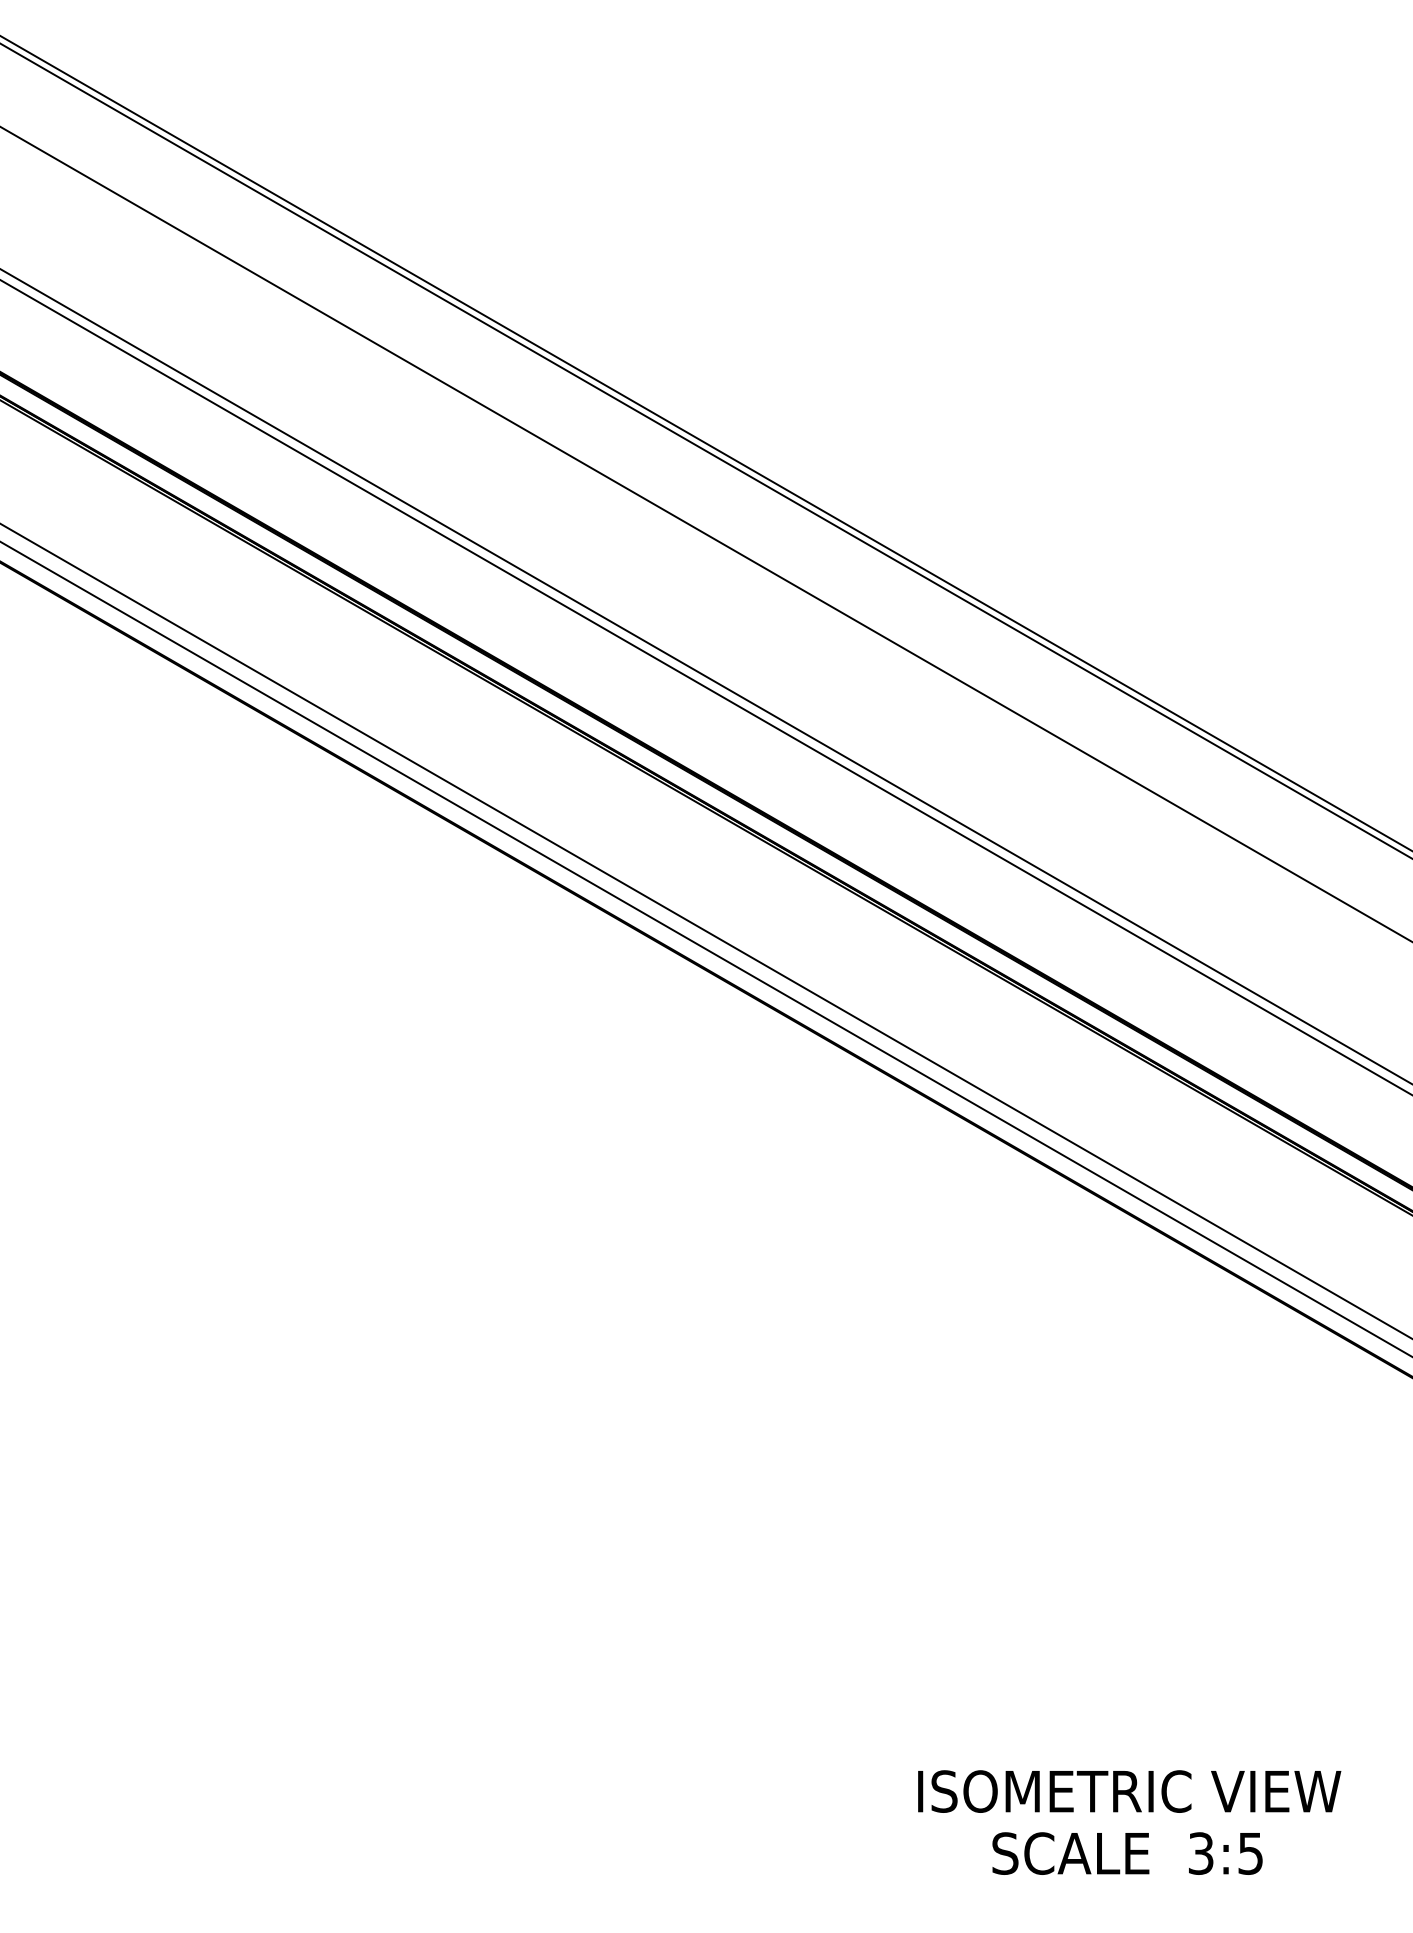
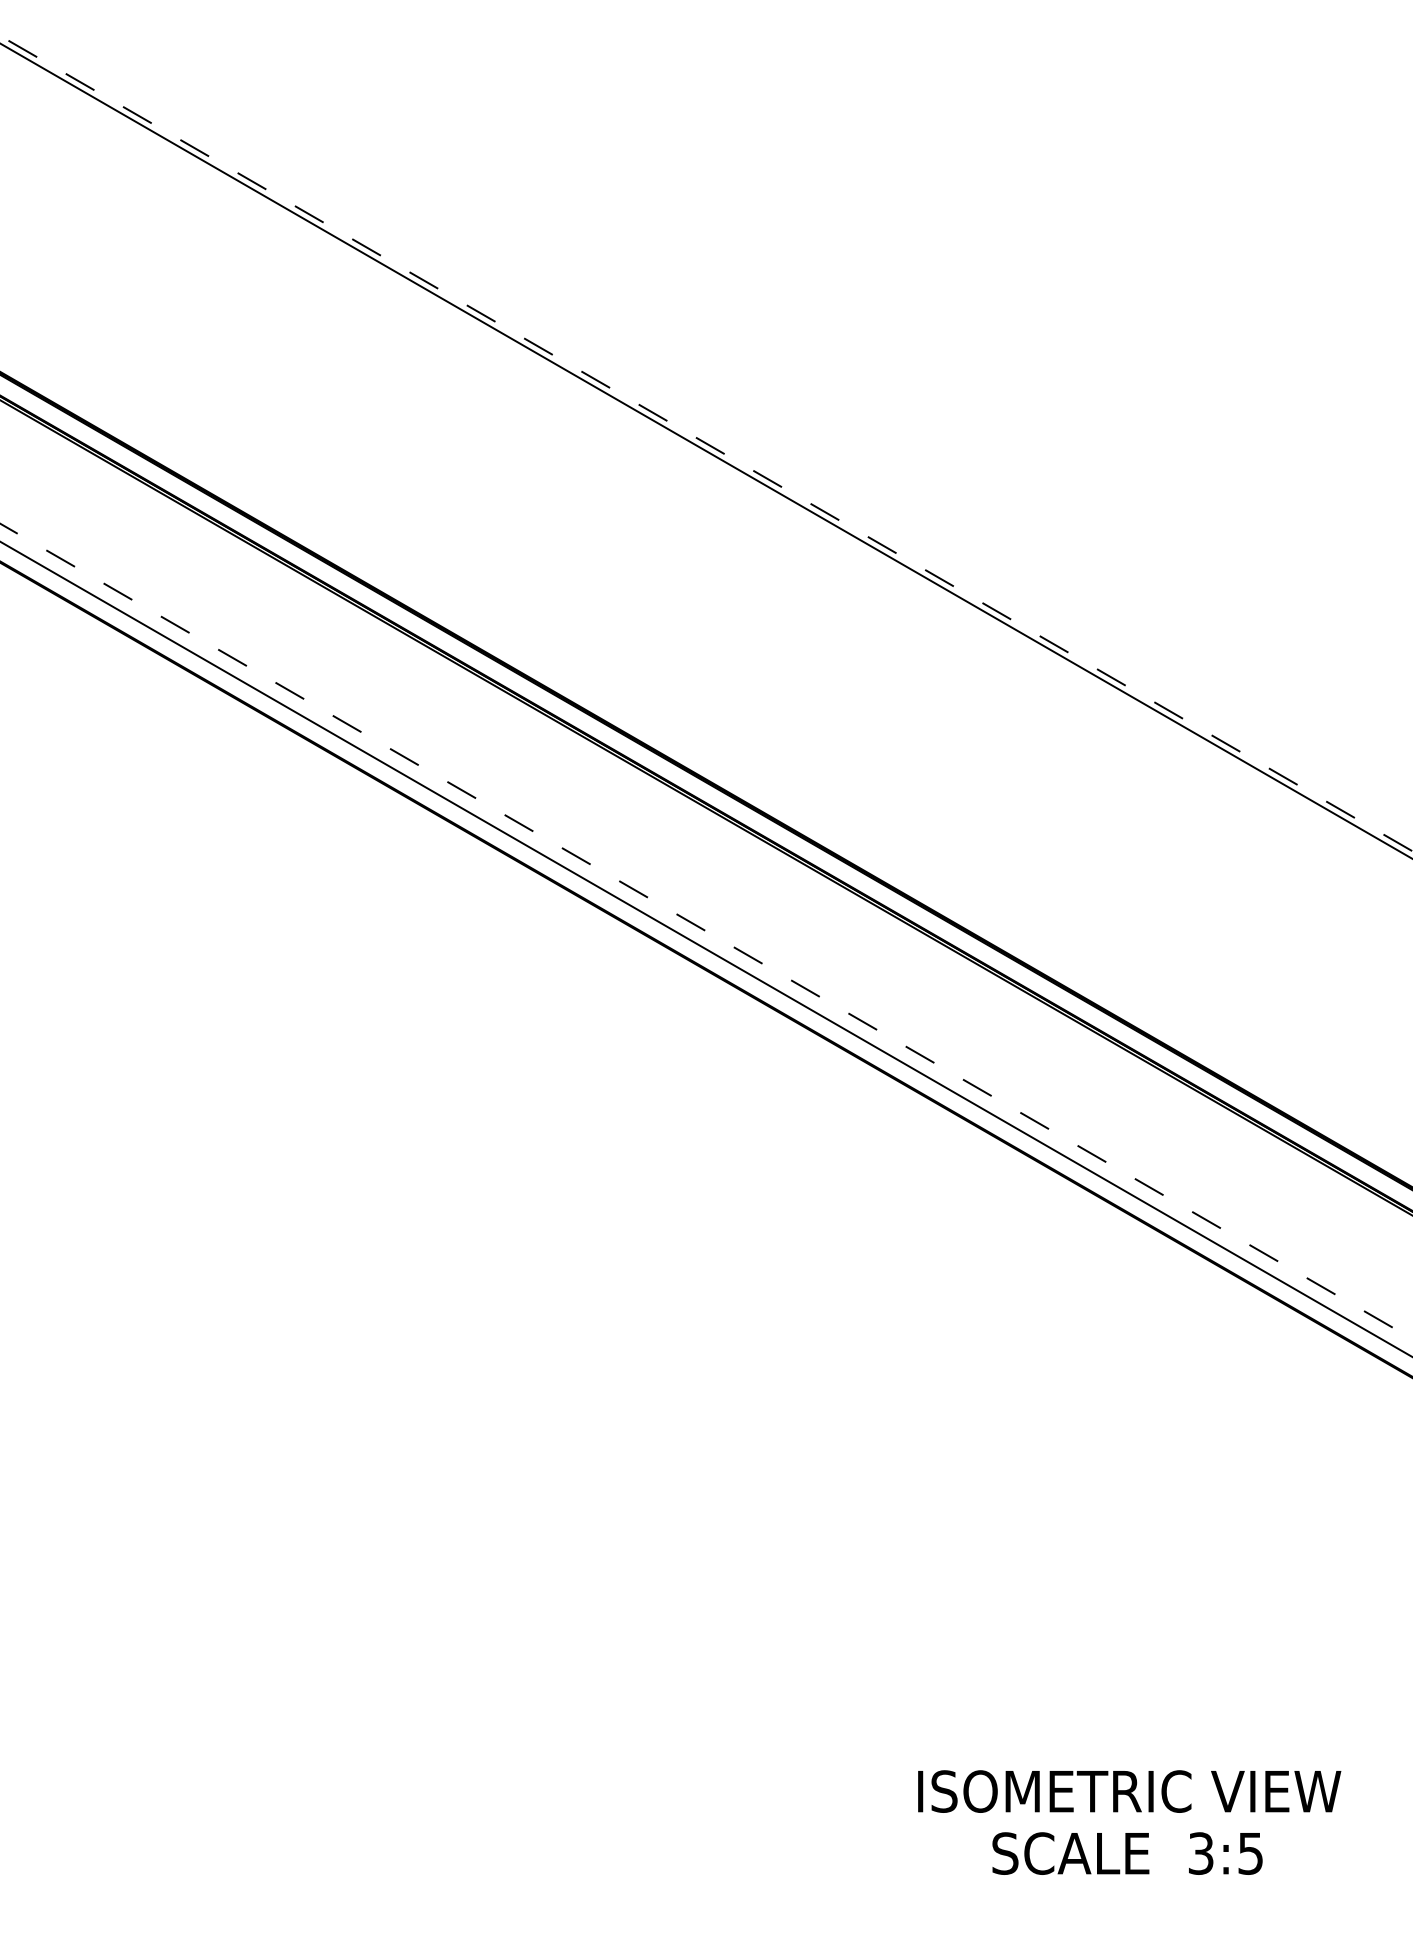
line at (706, 443): solid -> dashed
line at (705, 533): present -> none
line at (705, 676): present -> none
line at (705, 687): present -> none
line at (706, 931): solid -> dashed
